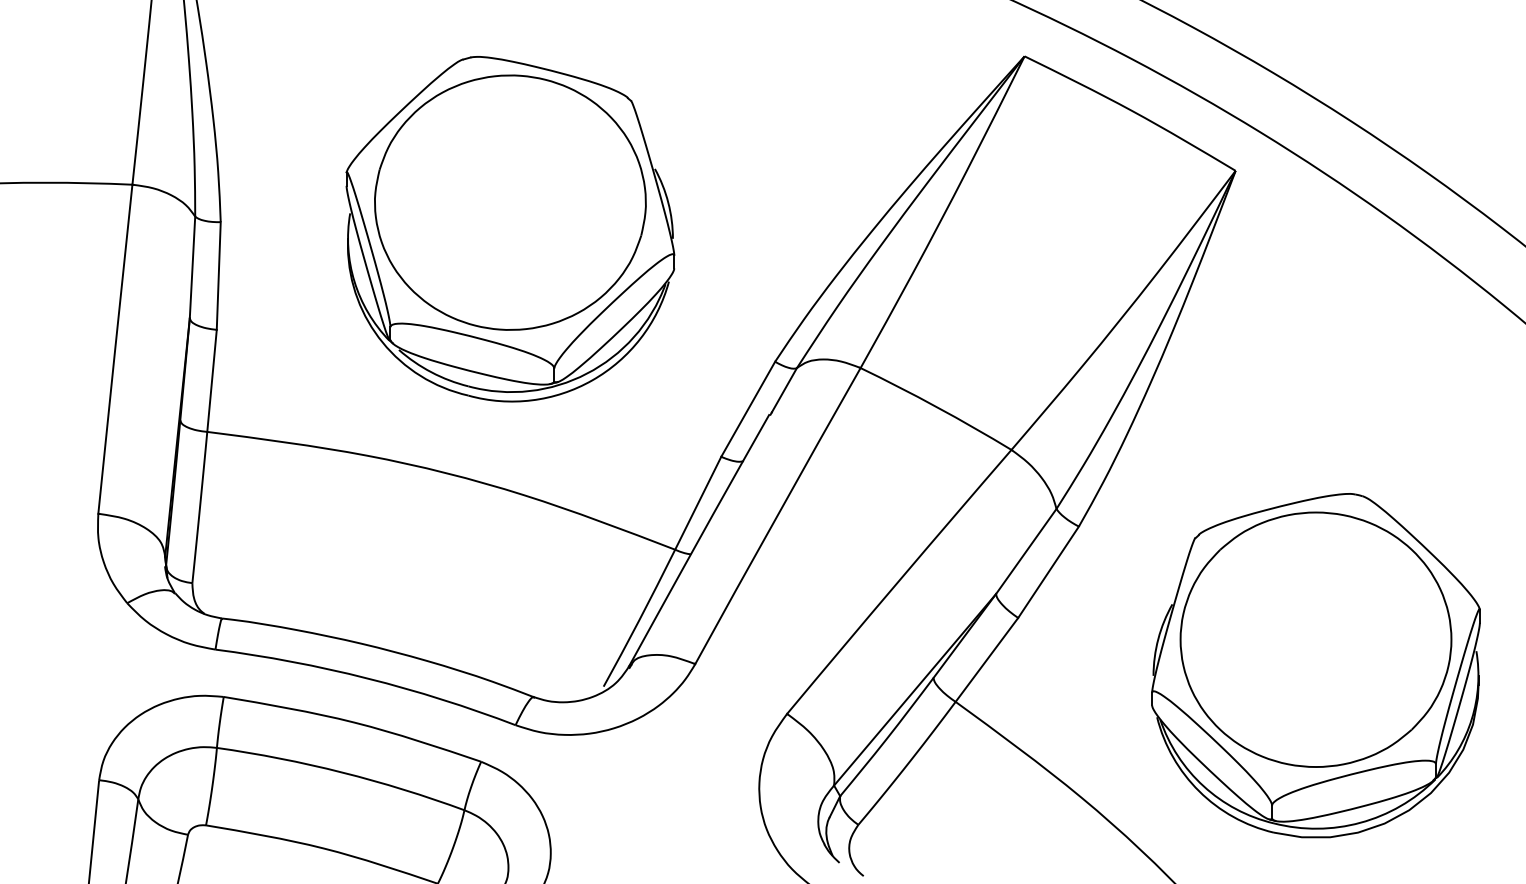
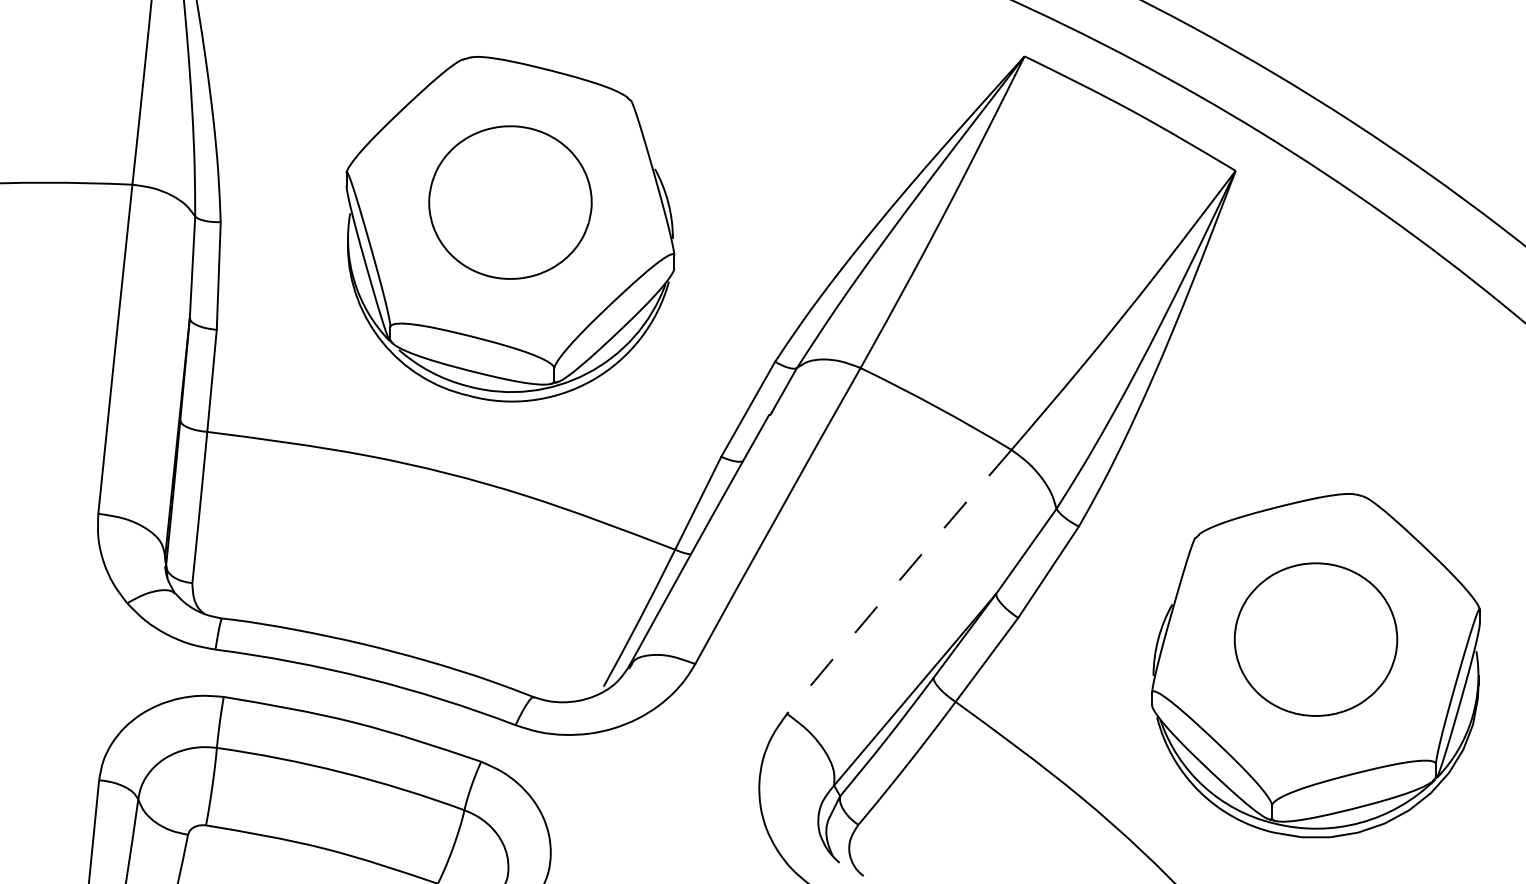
part at (510, 202) size: 273x257 px -> 165x155 px
arc at (898, 581): solid -> dashed
part at (1315, 639) size: 274x257 px -> 166x155 px
